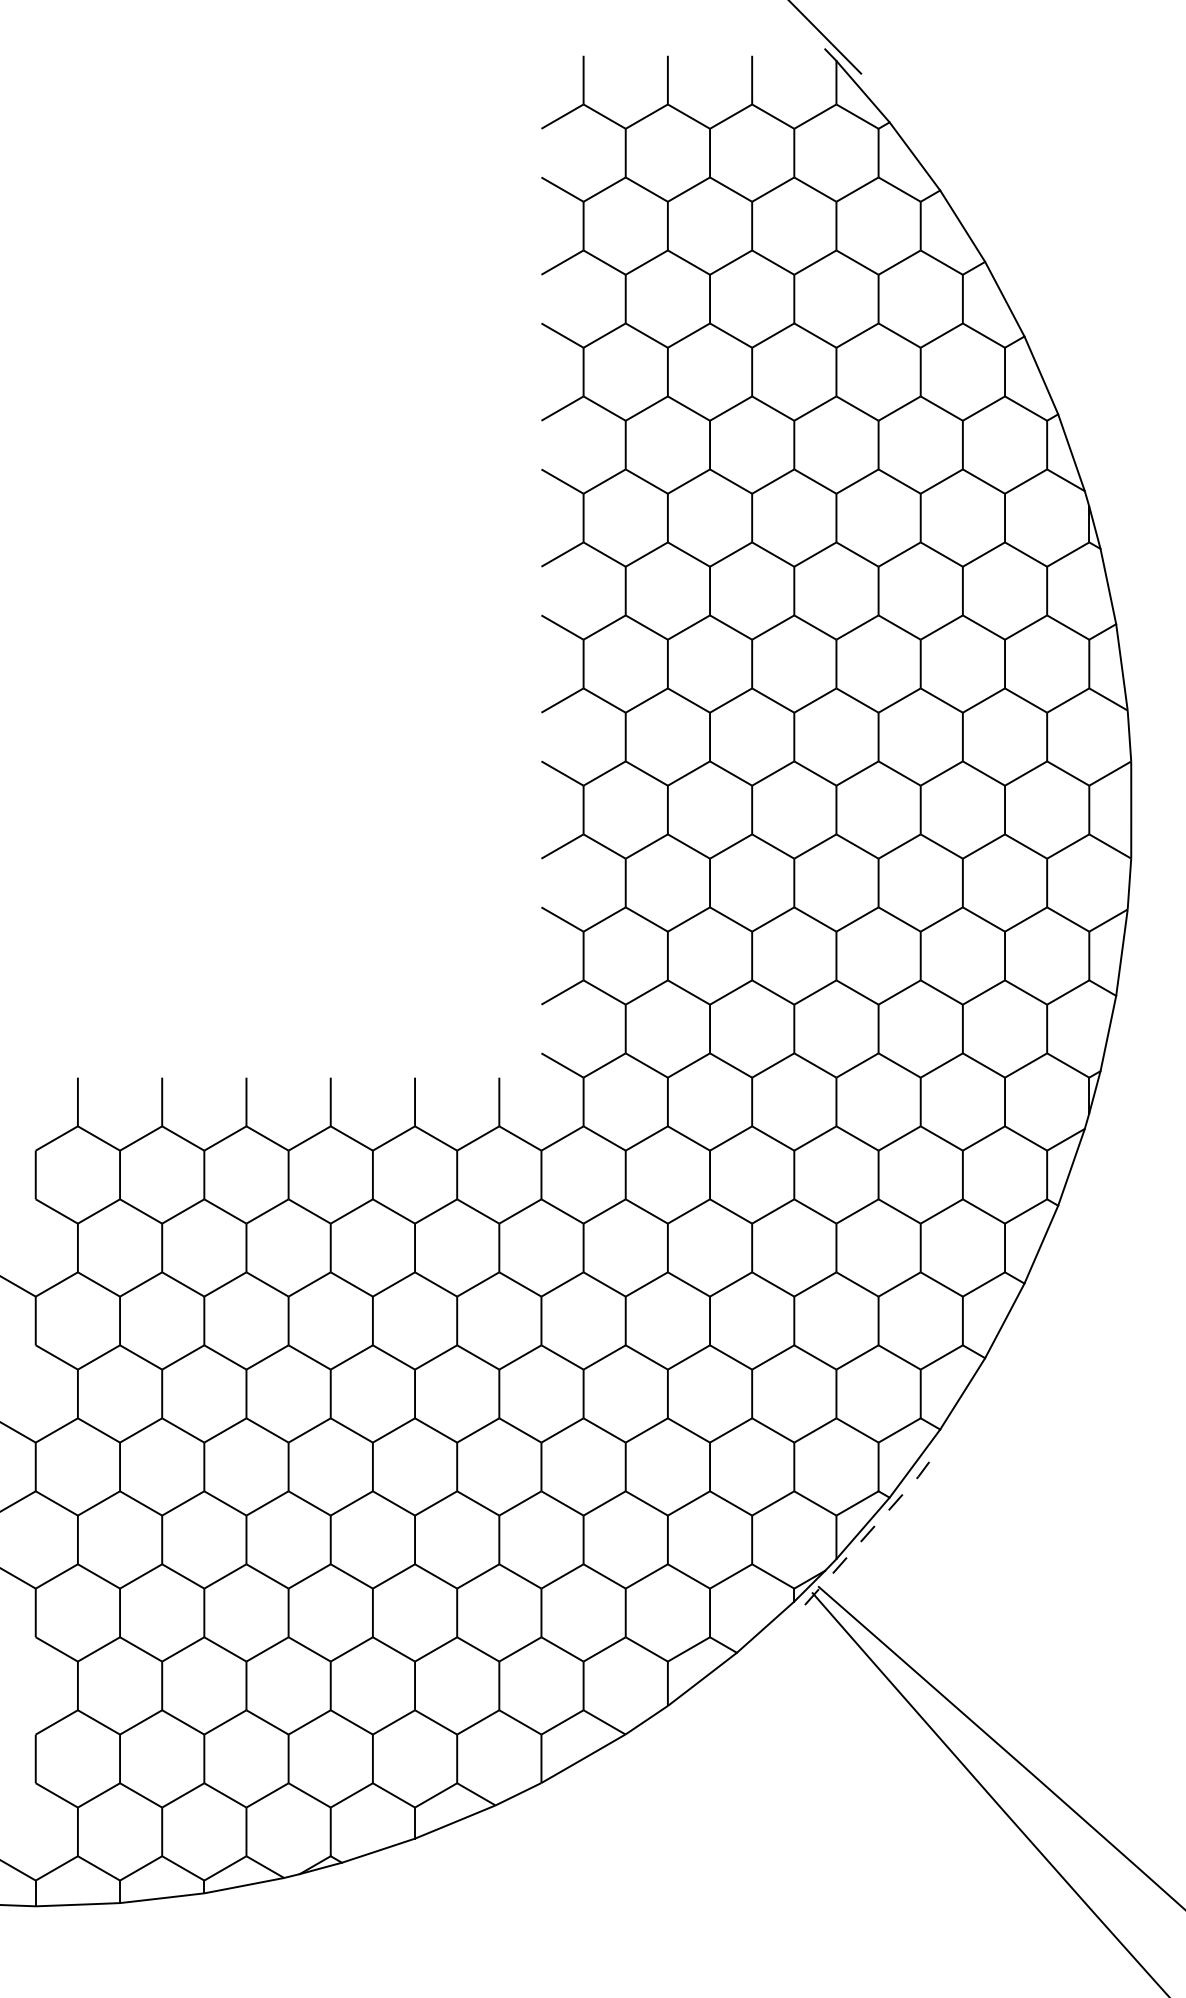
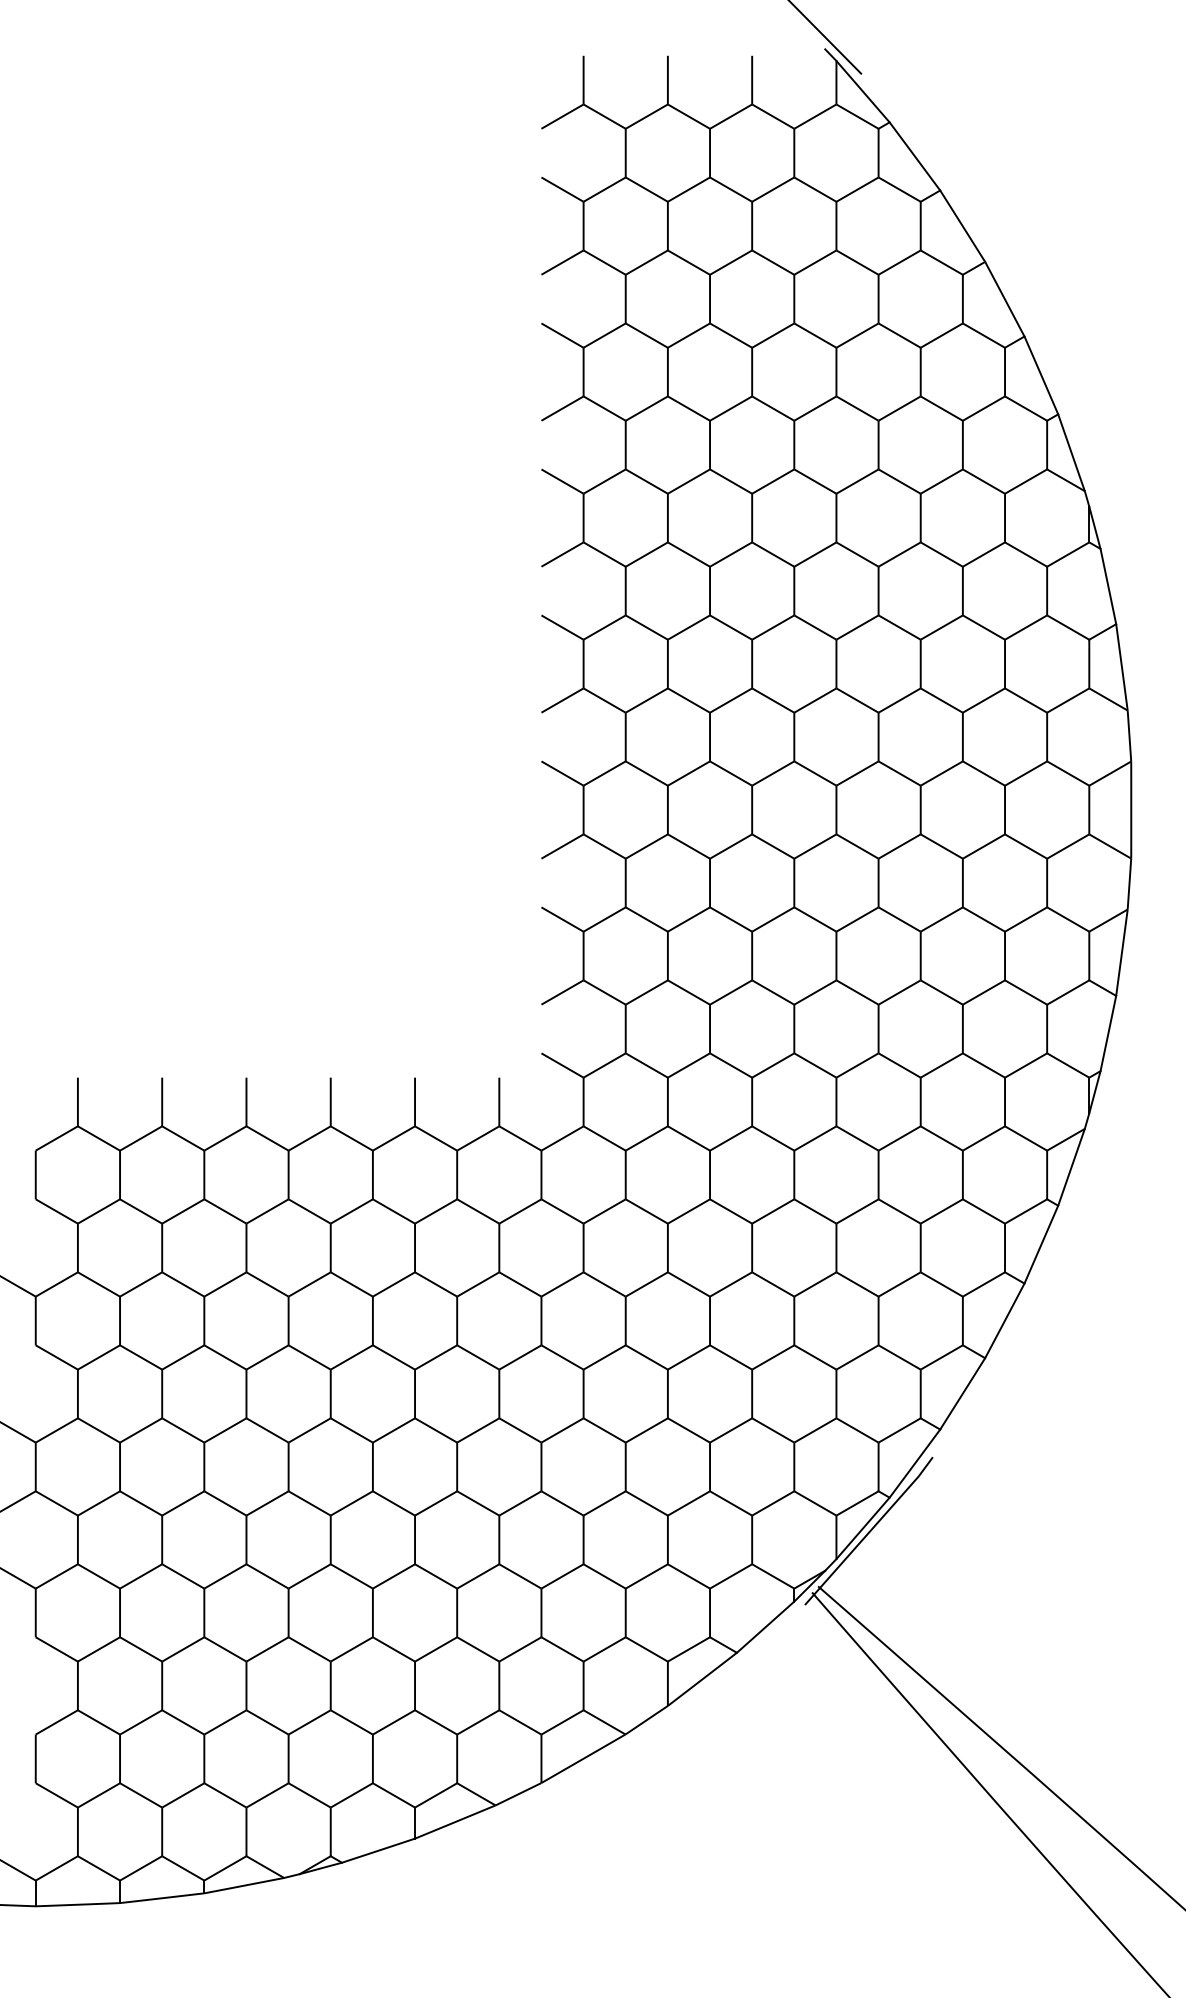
line at (870, 1531): dashed -> solid
